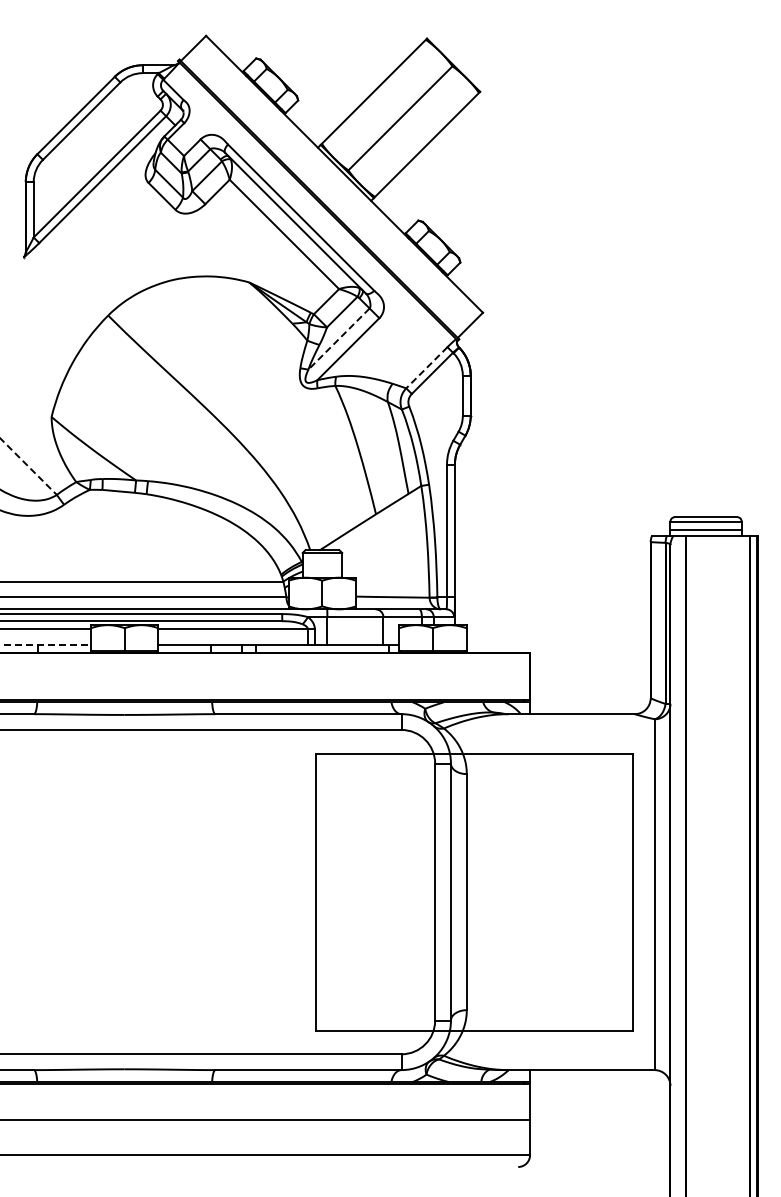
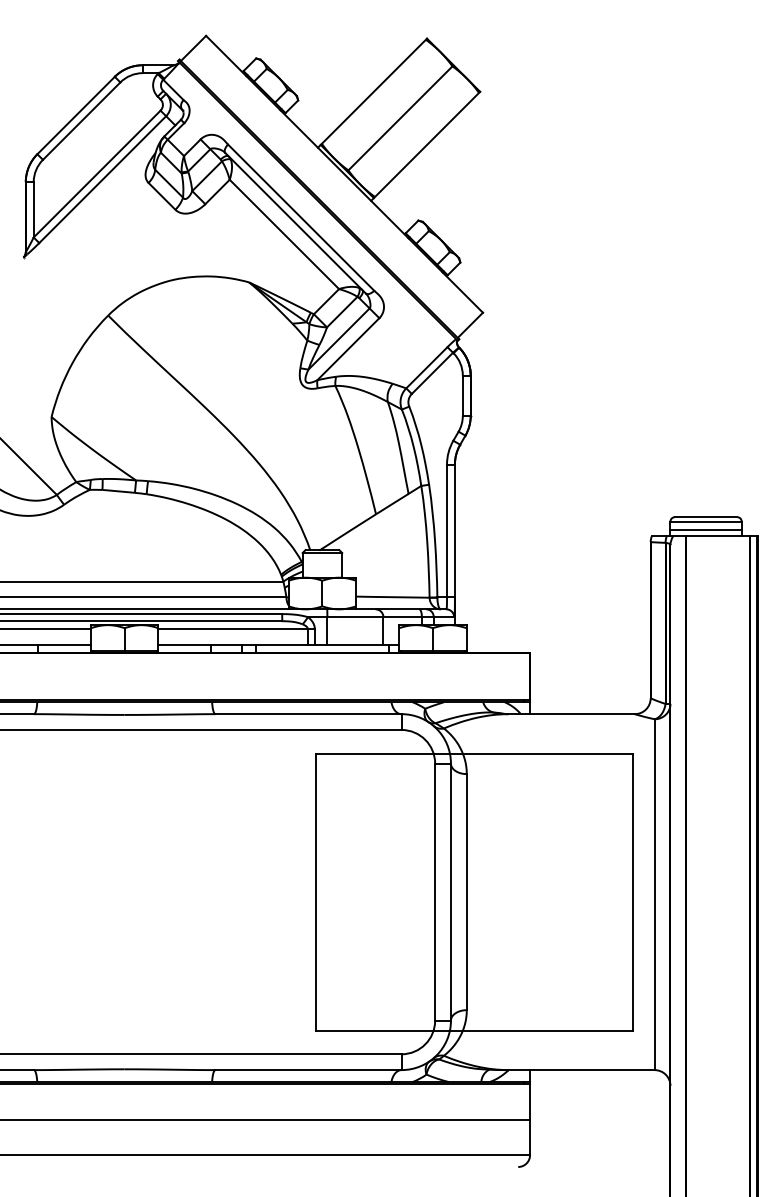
line at (338, 339): dashed -> solid
line at (426, 368): dashed -> solid
line at (28, 466): dashed -> solid
line at (46, 644): dashed -> solid
